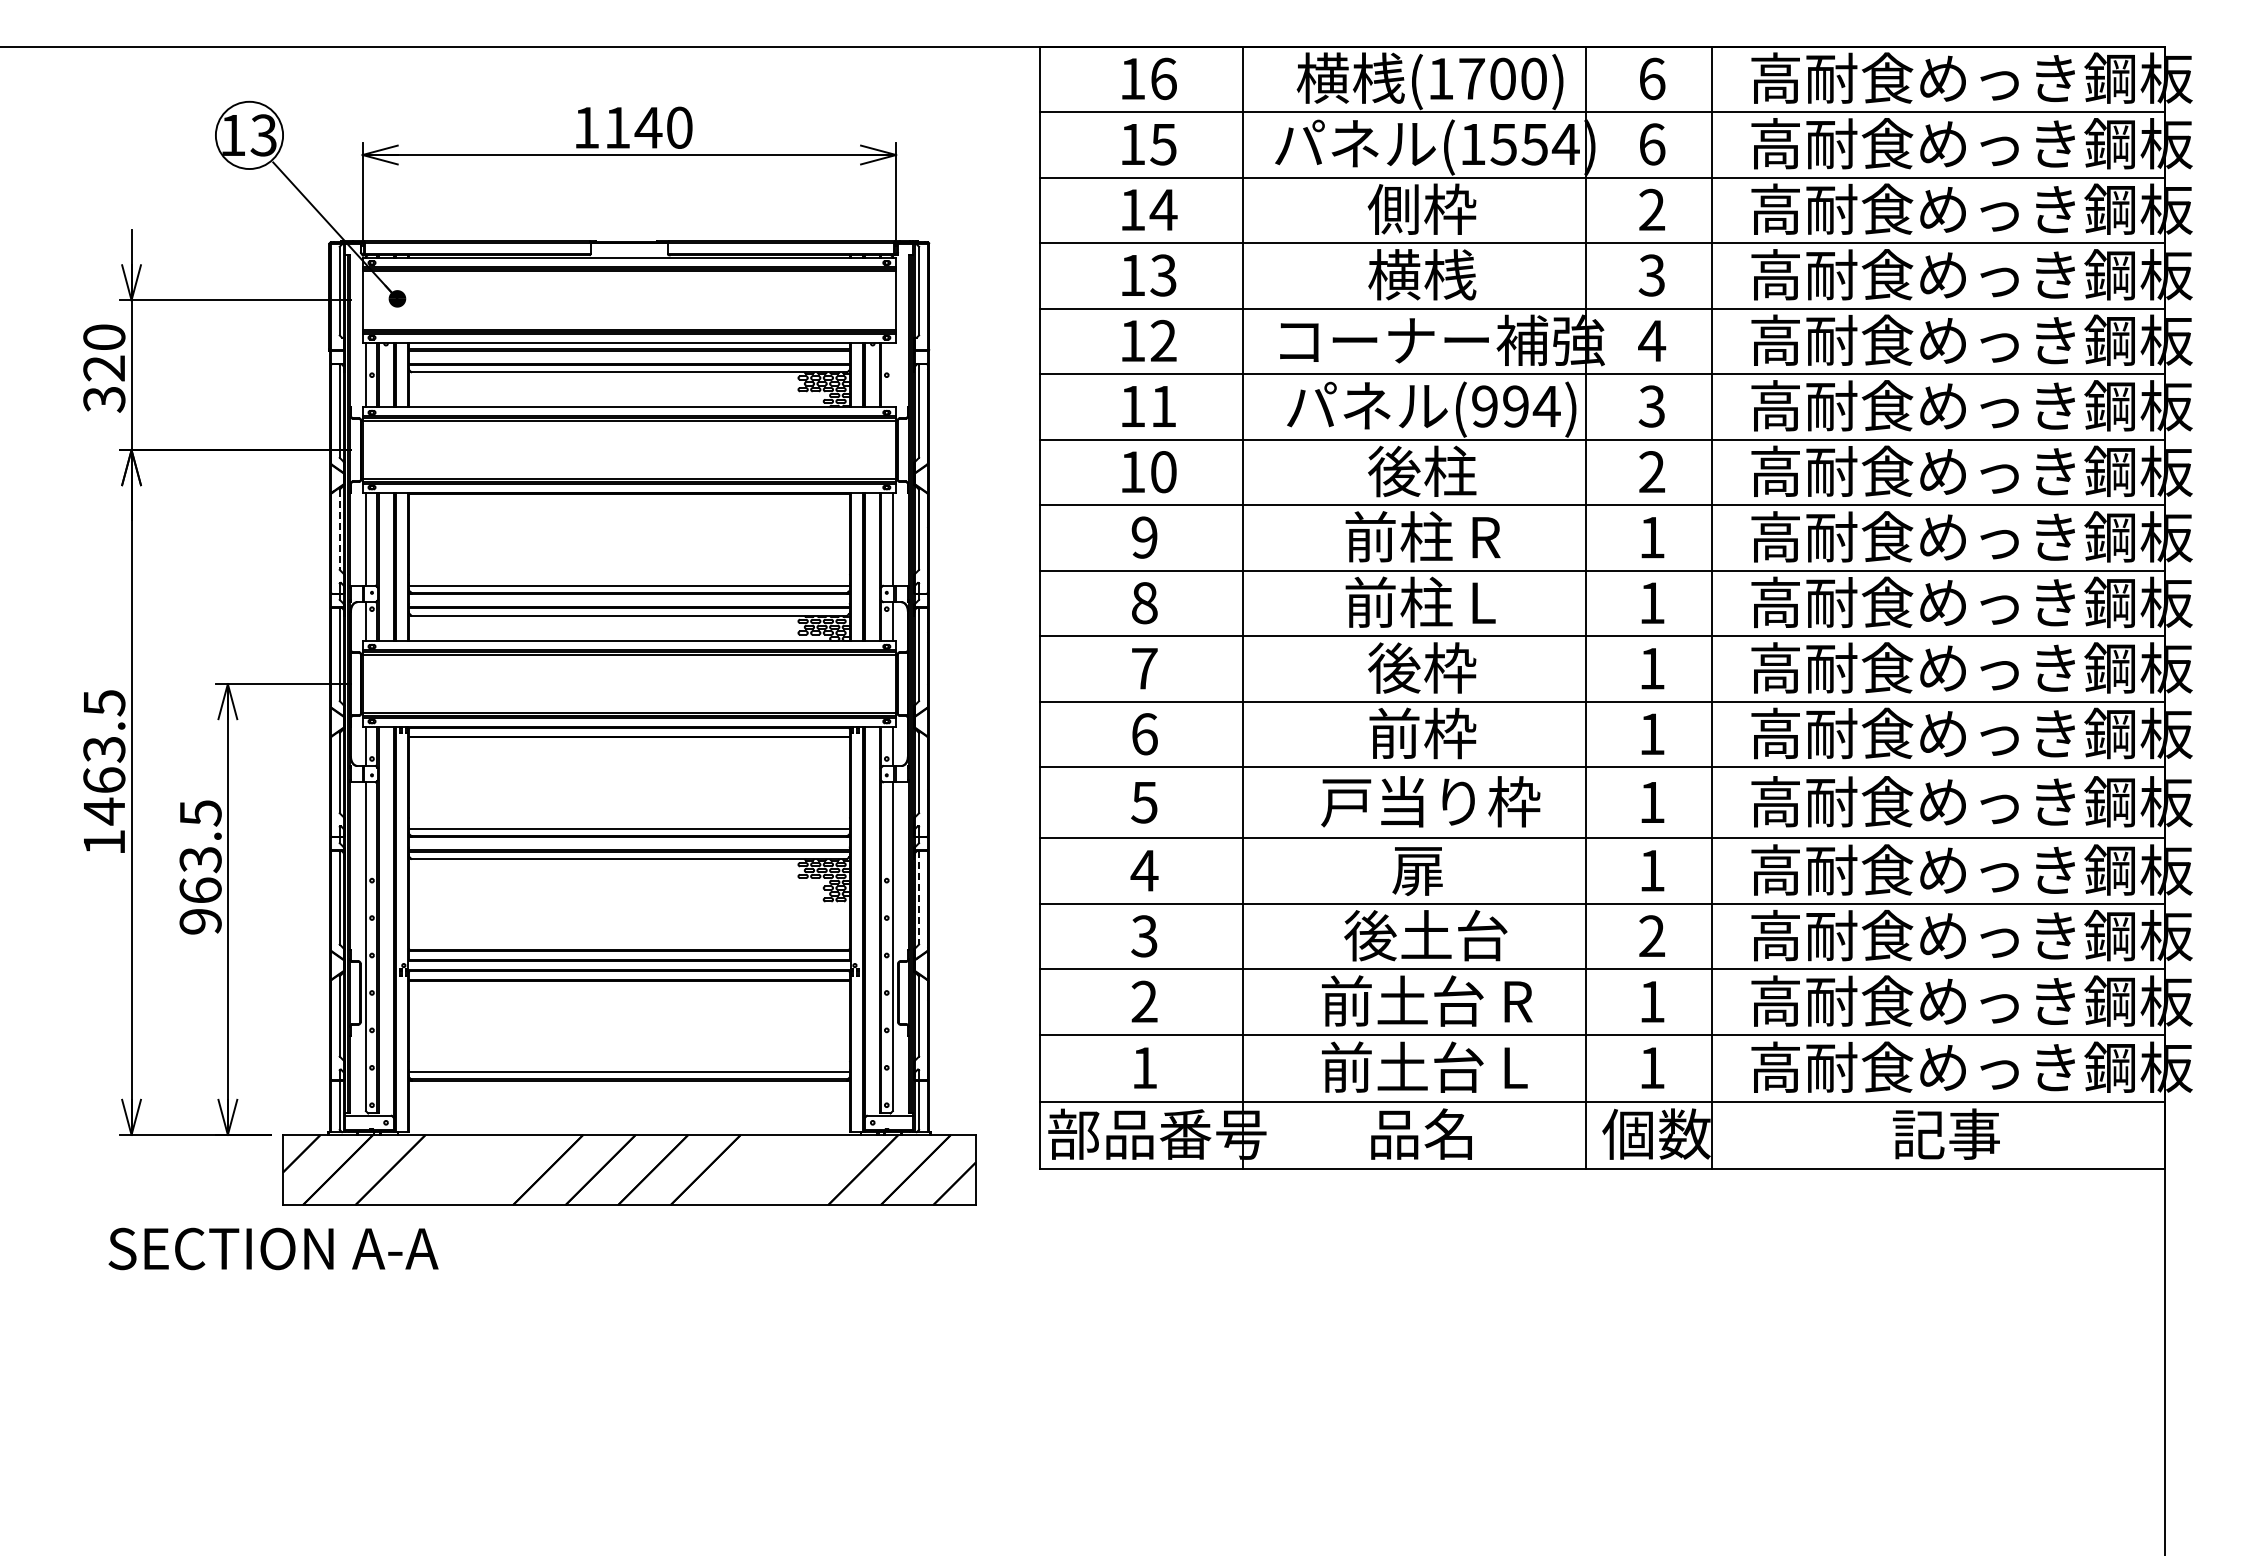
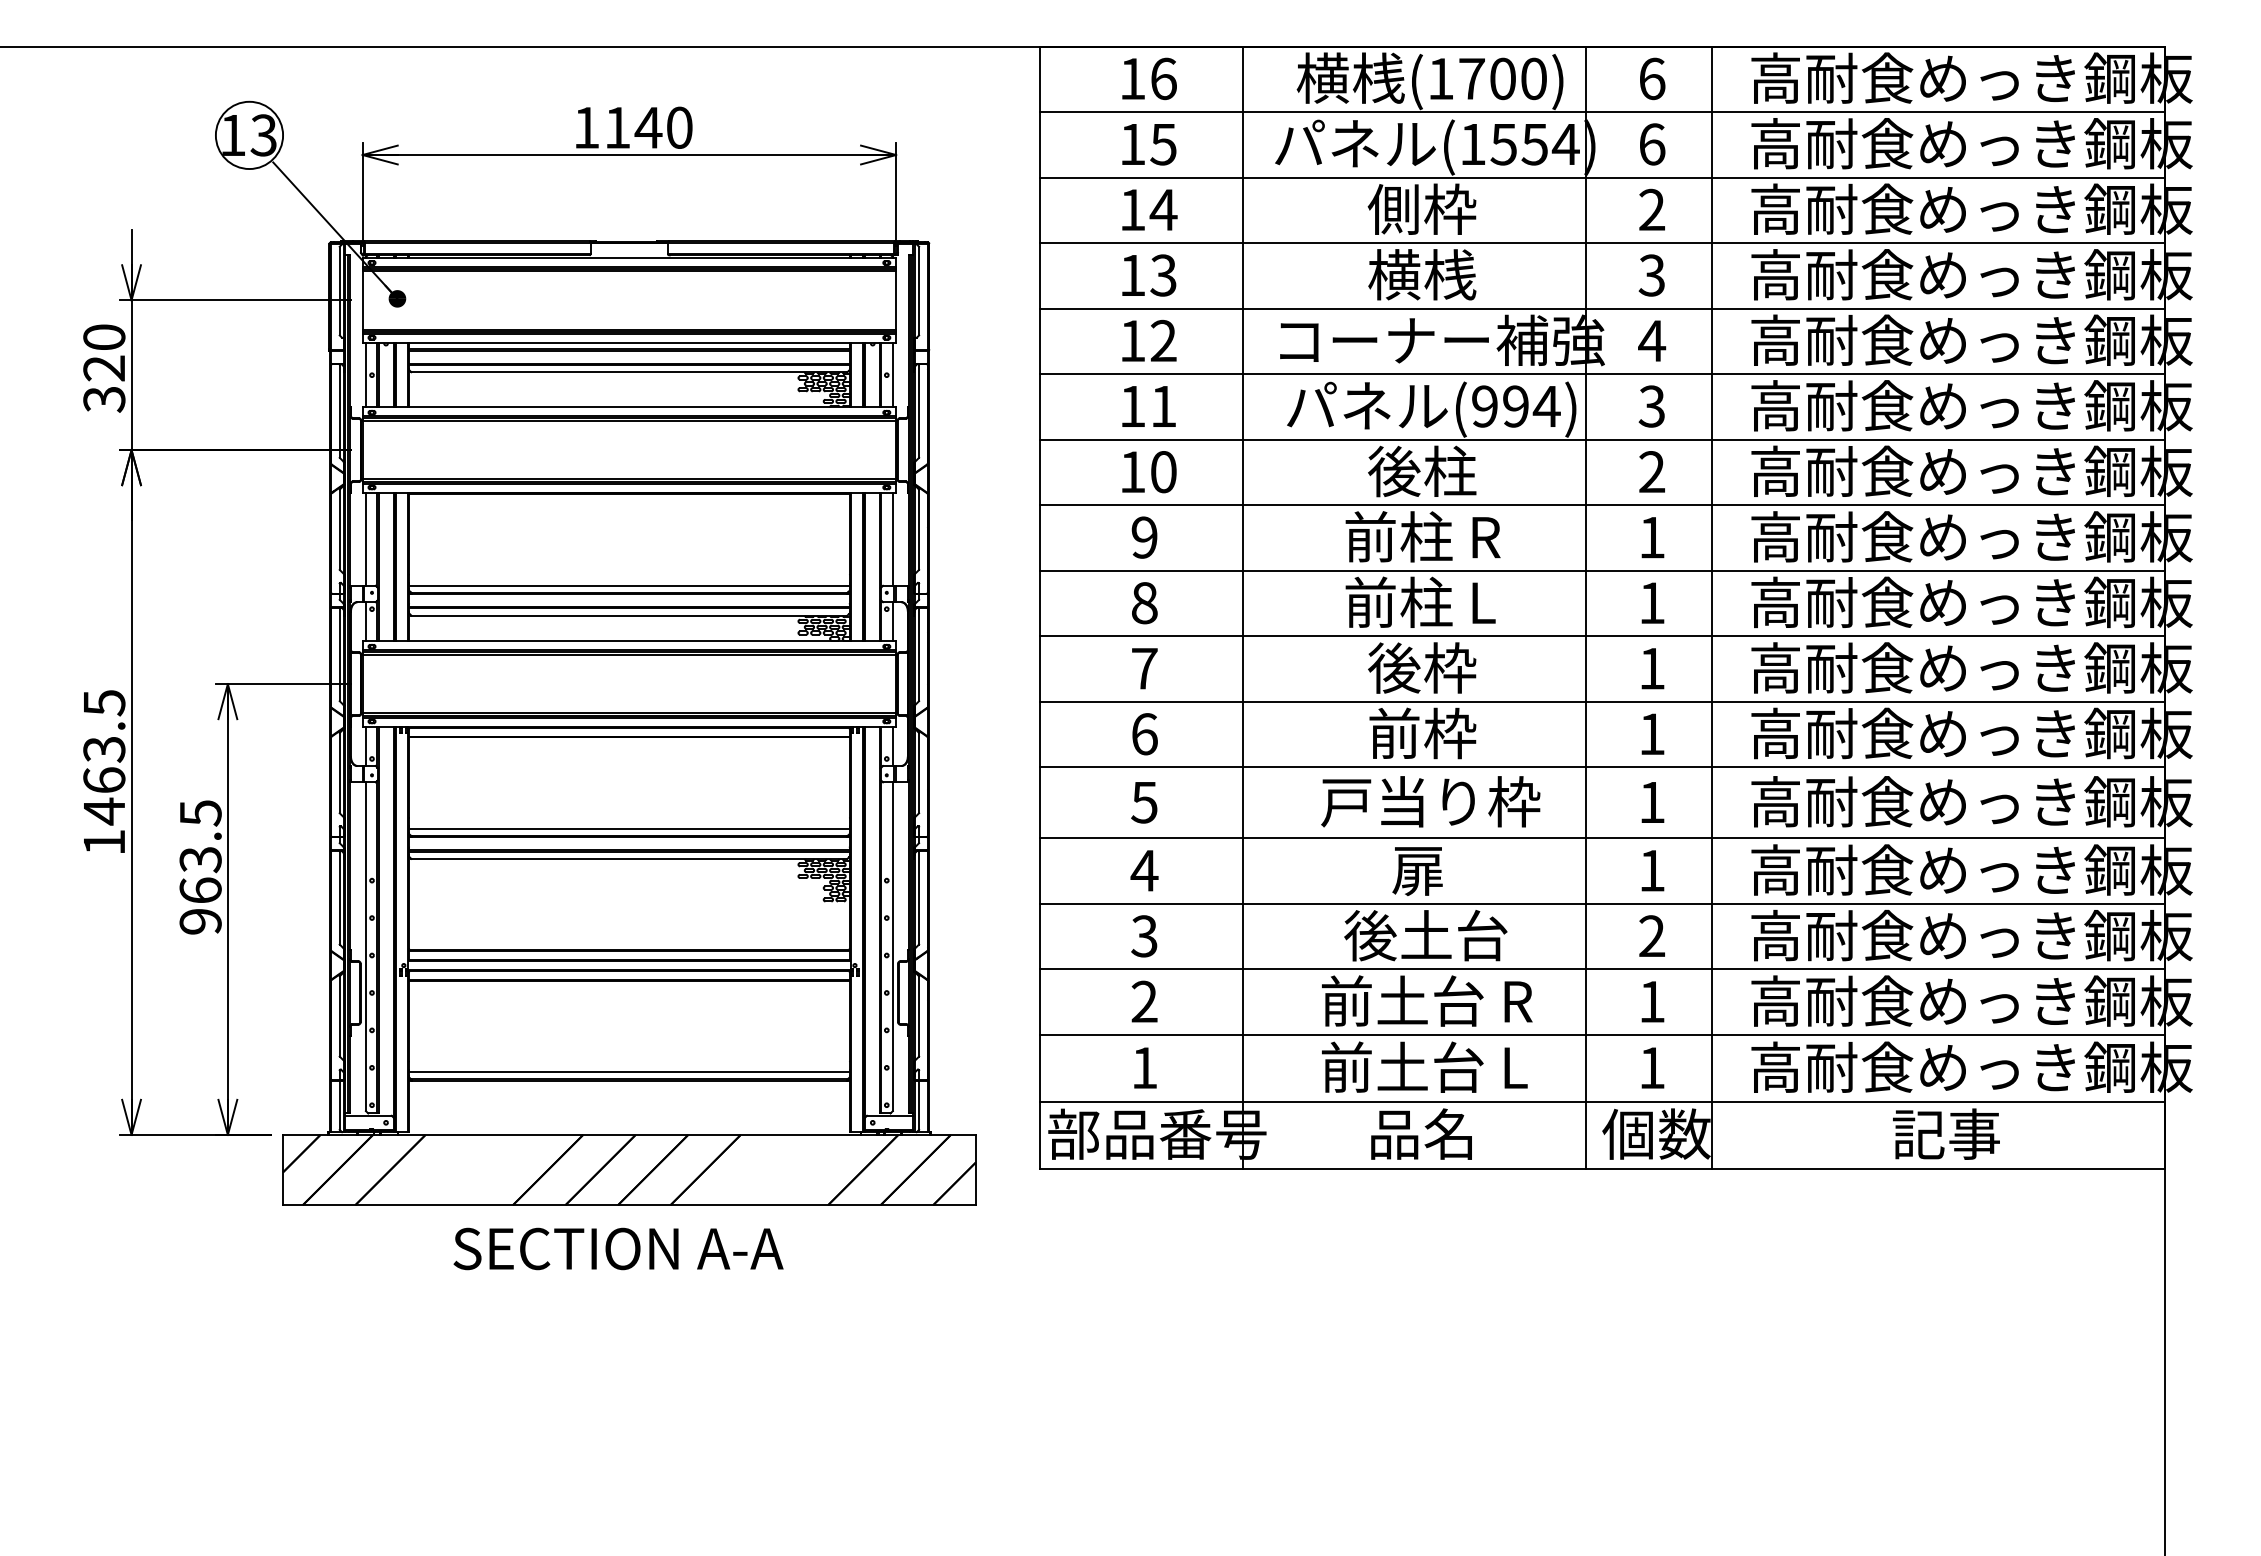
line at (892, 375): none -> present
line at (339, 530): dashed -> solid
line at (919, 897): dashed -> solid
text at (273, 1248) position: (273, 1248) -> (618, 1248)
